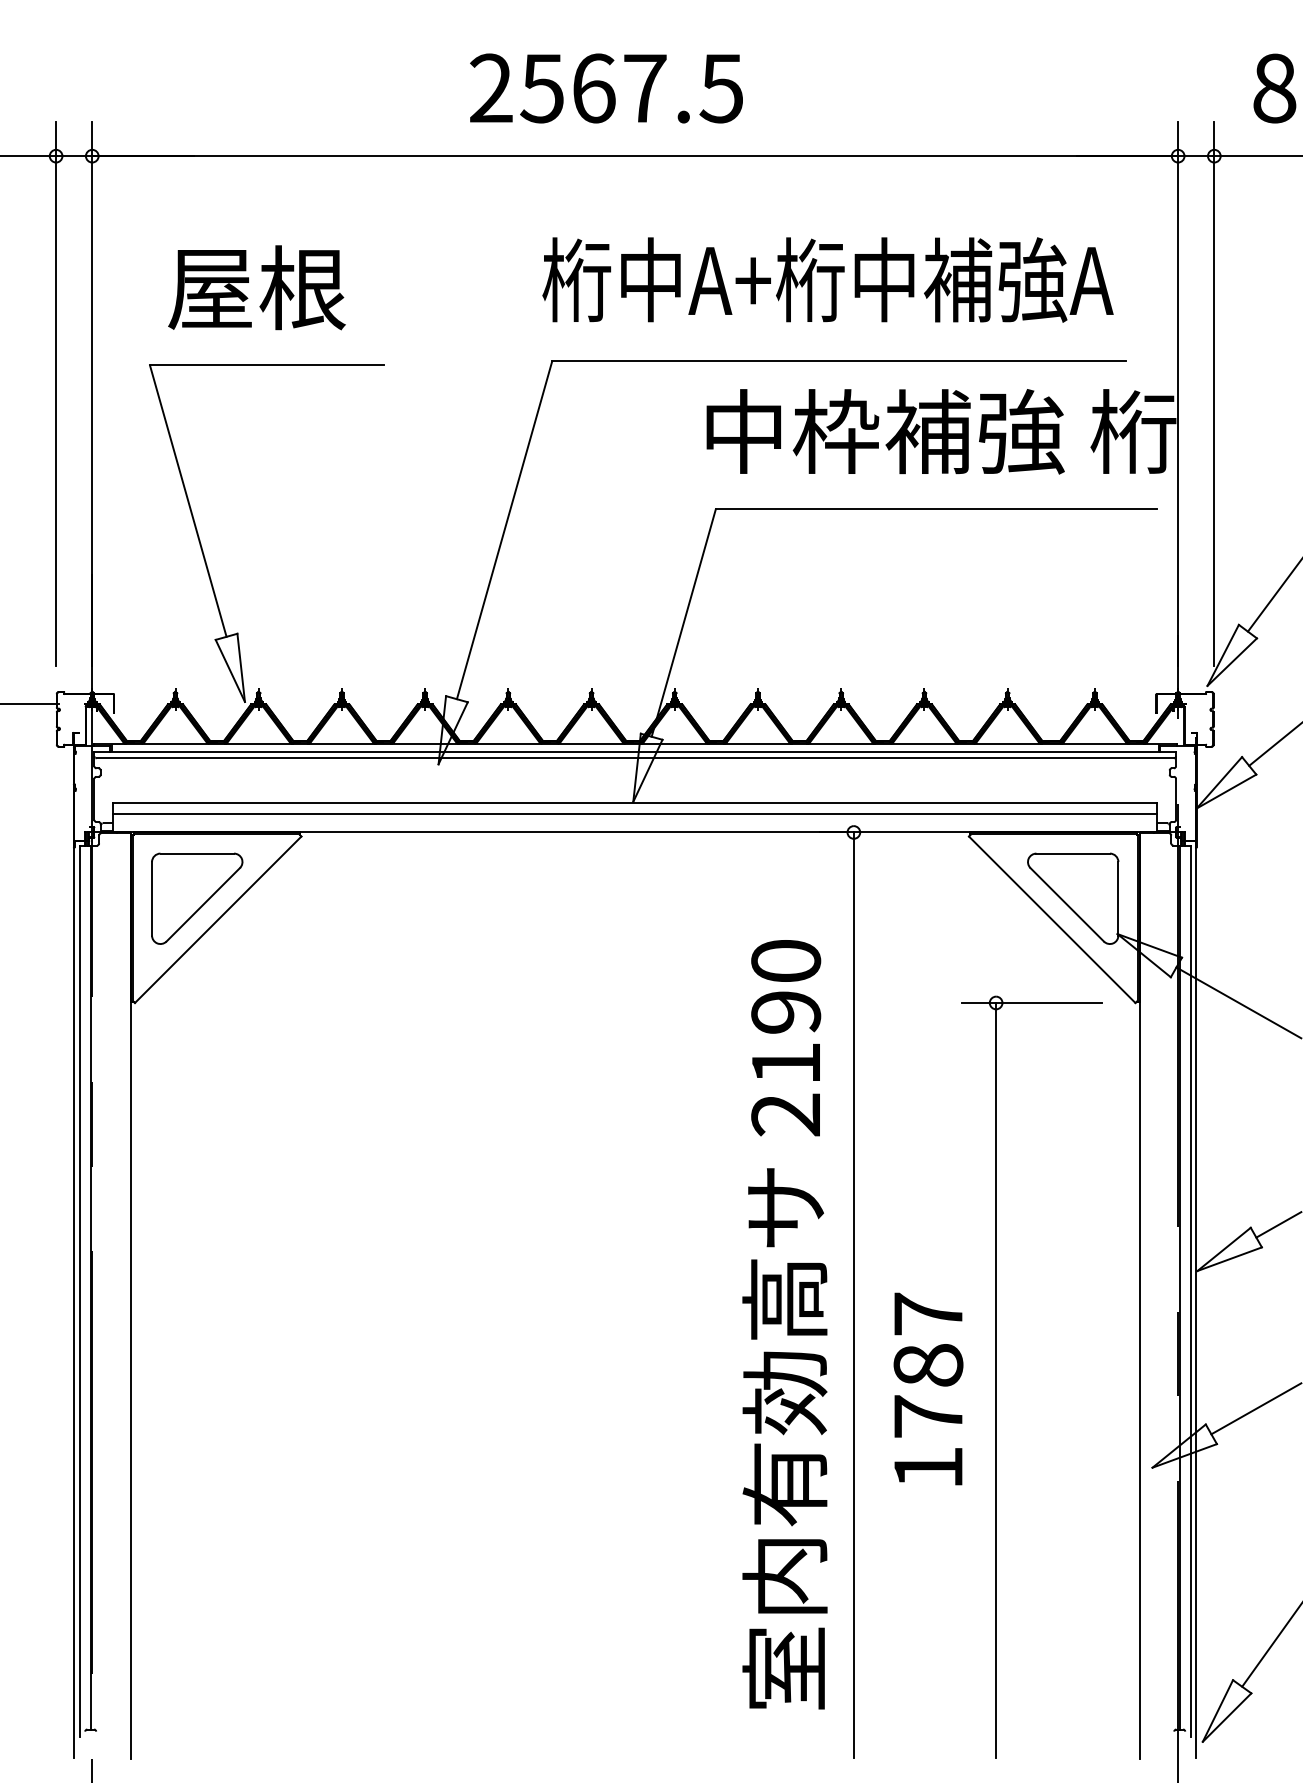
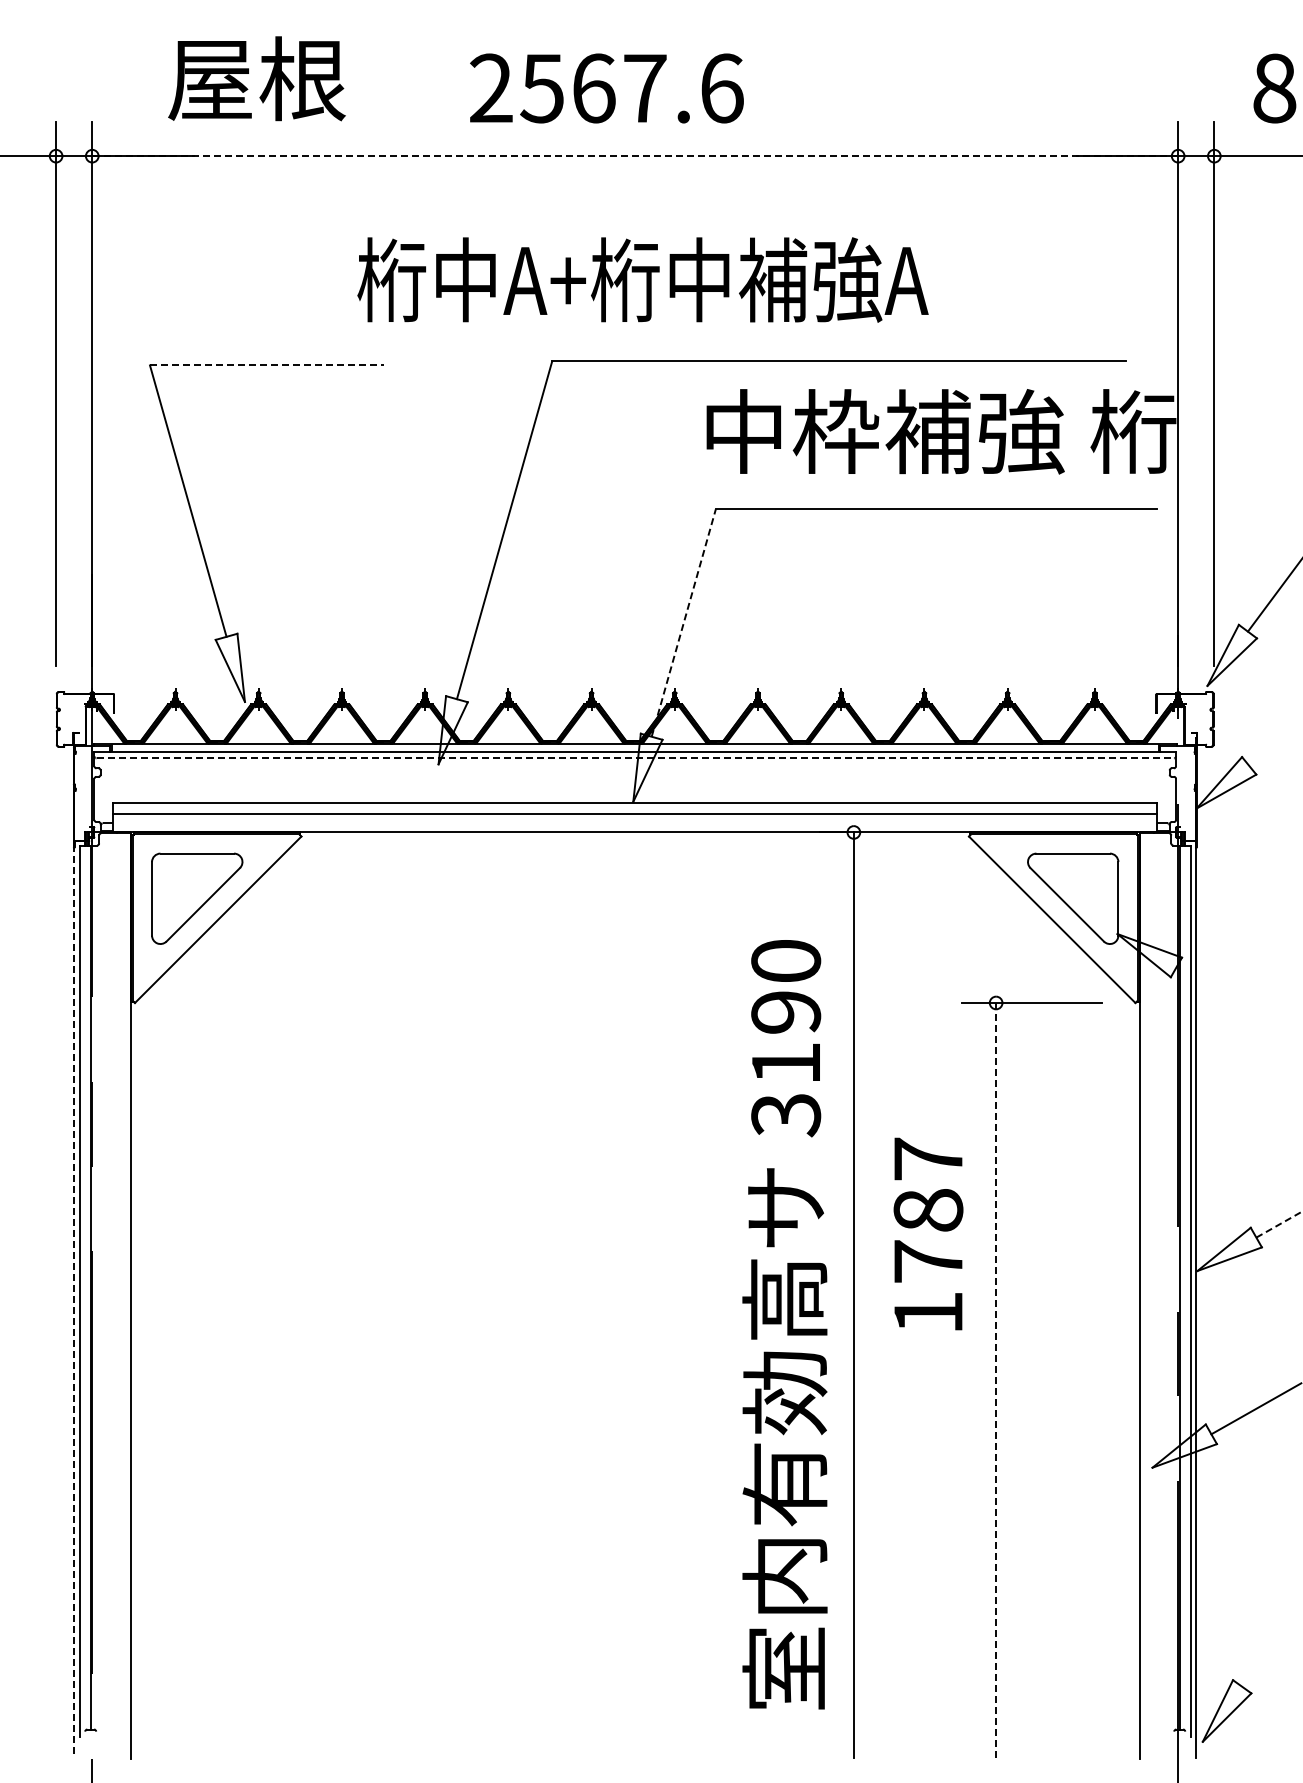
text at (721, 88): 2567.5 -> 2567.6
line at (635, 156): solid -> dashed
text at (827, 279) position: (827, 279) -> (642, 279)
text at (256, 287) position: (256, 287) -> (256, 78)
line at (267, 365): solid -> dashed
line at (683, 622): solid -> dashed
line at (30, 704): present -> none
line at (1274, 745): present -> none
line at (635, 758): solid -> dashed
line at (1237, 1002): present -> none
text at (786, 1115): 2190 -> 3190
line at (1278, 1224): solid -> dashed
line at (74, 1252): solid -> dashed
line at (996, 1380): solid -> dashed
text at (928, 1388) position: (928, 1388) -> (928, 1233)
line at (1270, 1646): present -> none
